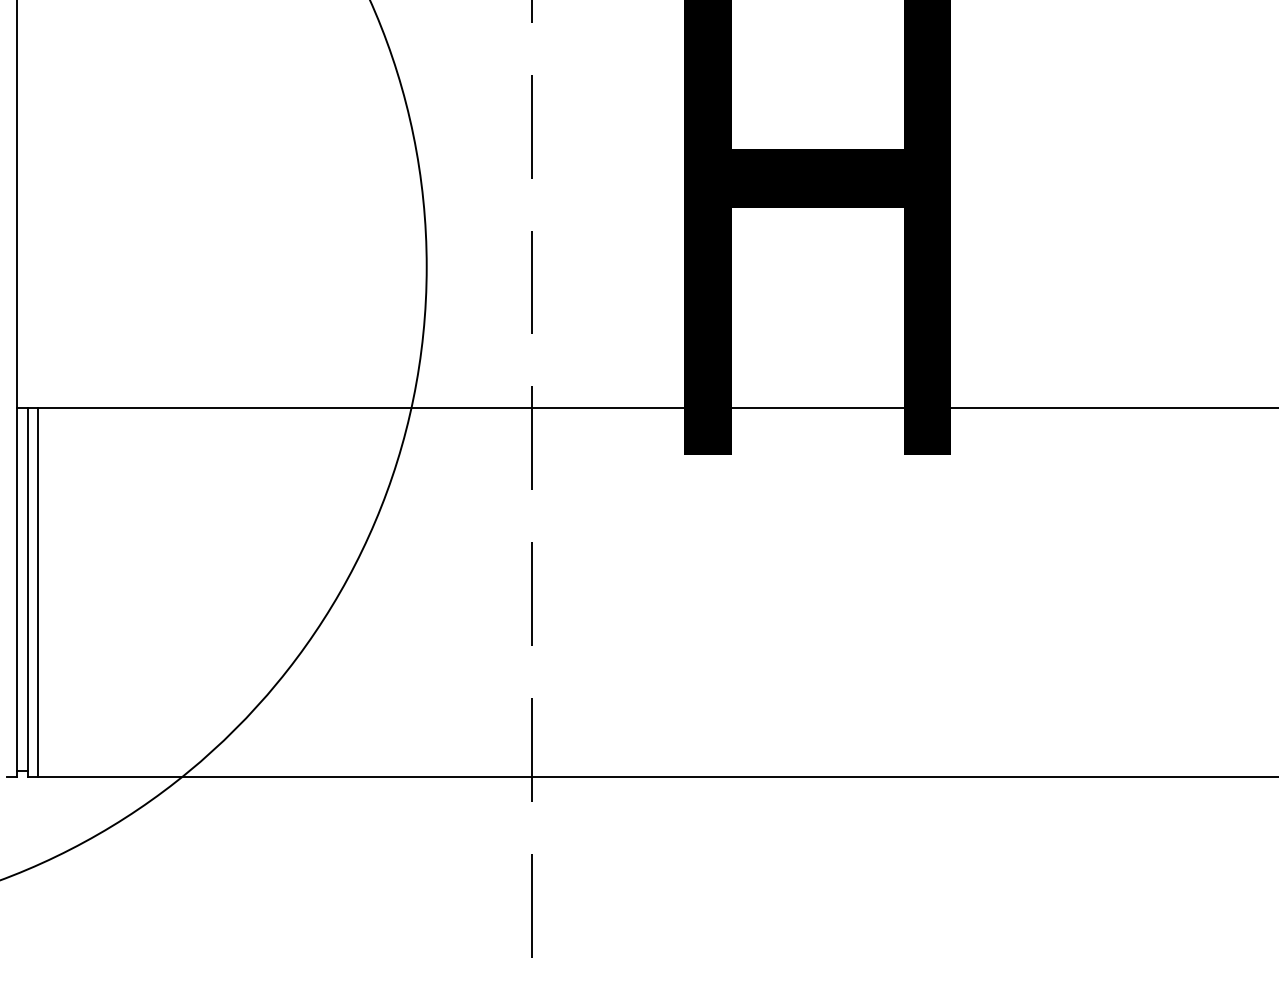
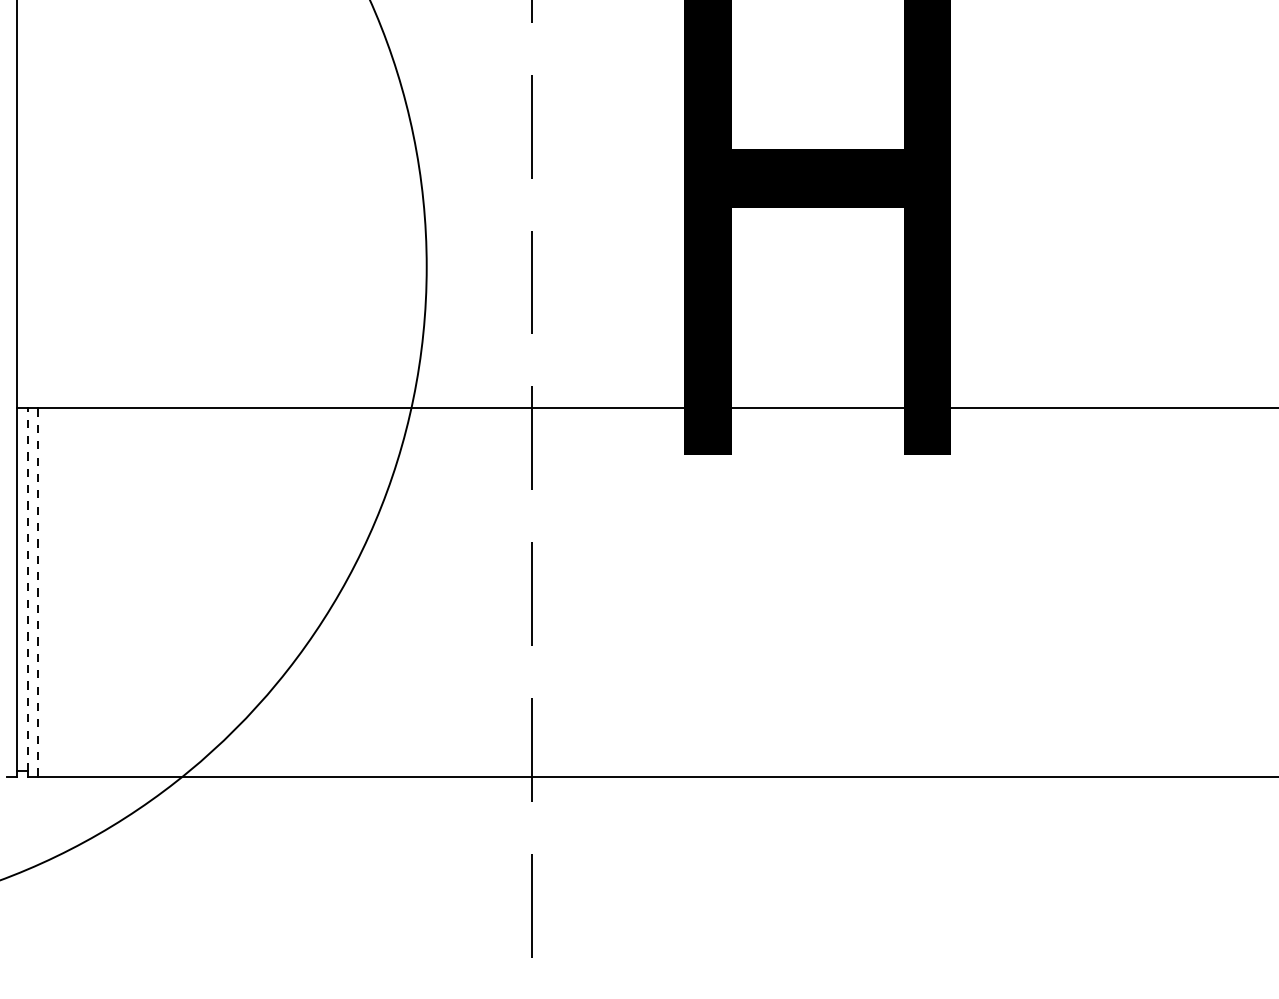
line at (27, 589): solid -> dashed
line at (37, 592): solid -> dashed
